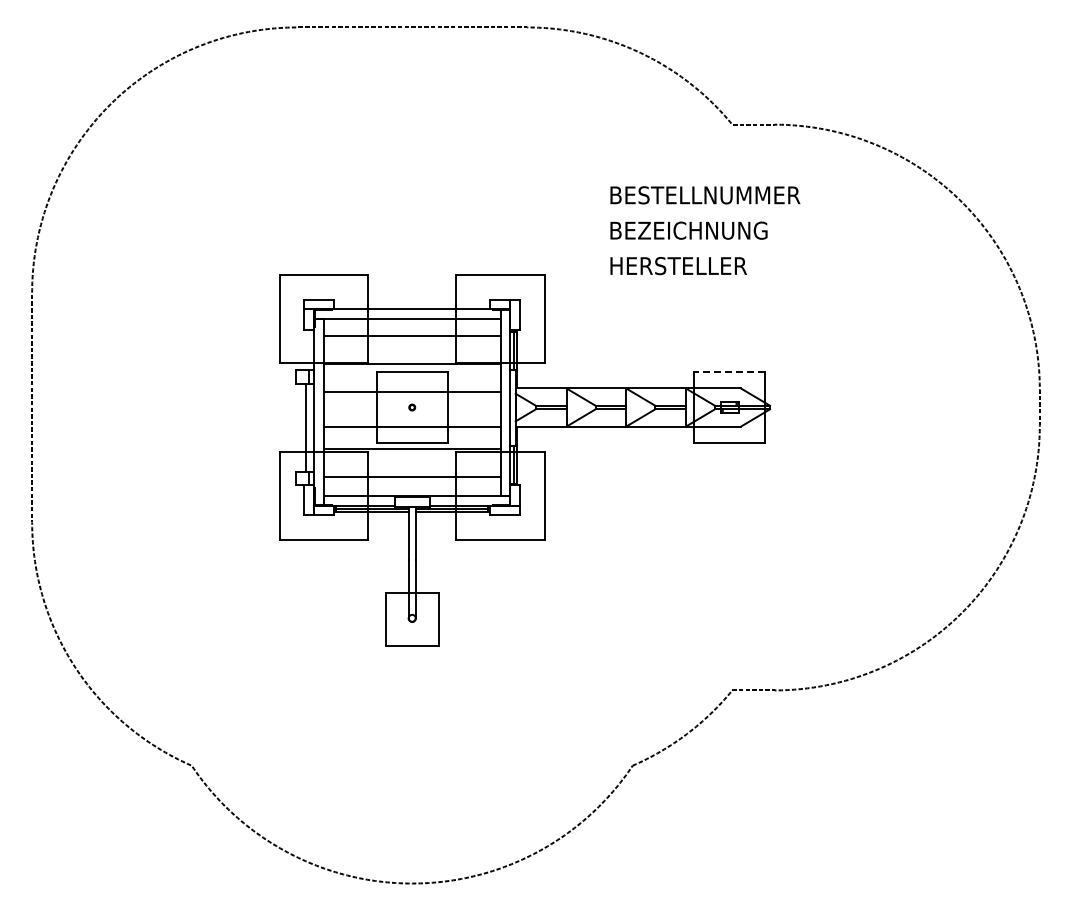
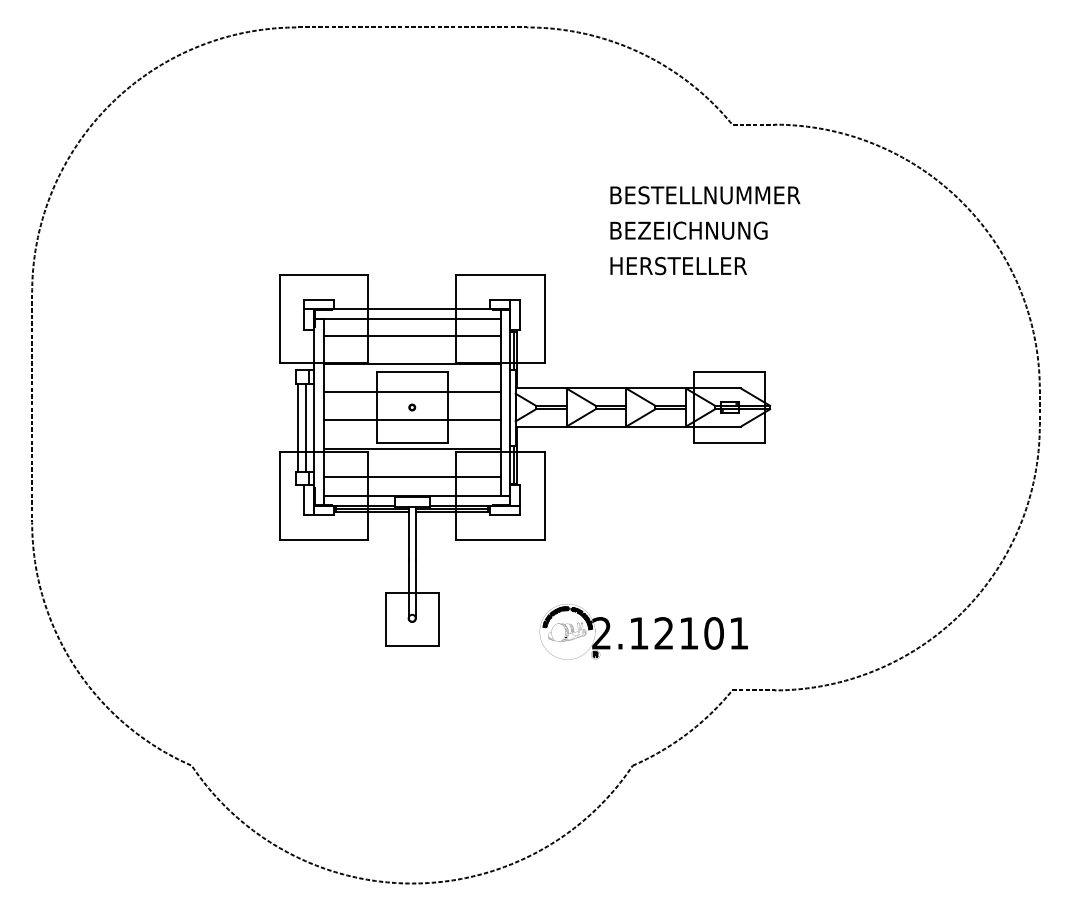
line at (729, 372): dashed -> solid
line at (298, 427): none -> present
line at (411, 427) position: (411, 427) -> (411, 420)
part at (643, 631): none -> present
